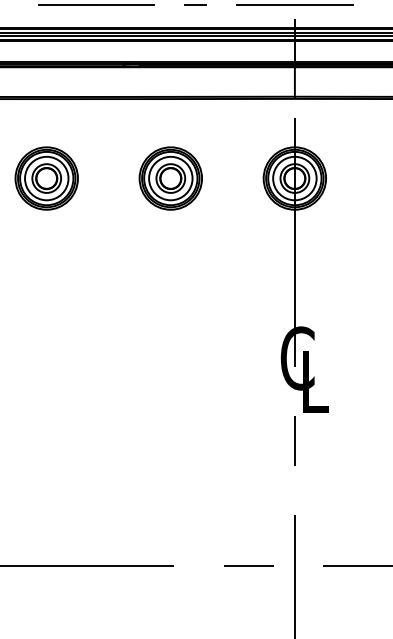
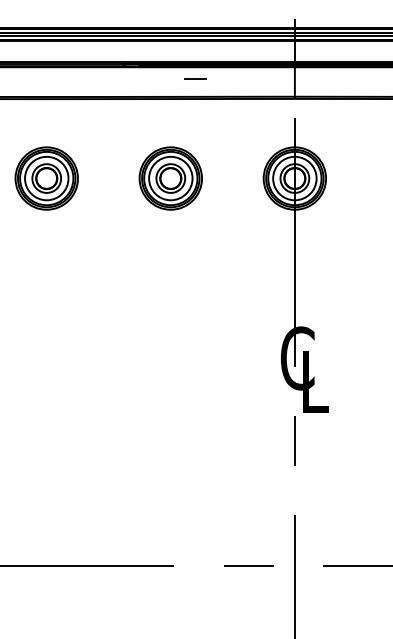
line at (195, 4) position: (195, 4) -> (195, 78)
line at (96, 5): present -> none
line at (294, 5): present -> none
